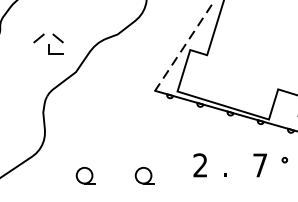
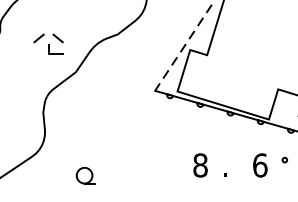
text at (200, 165): 2 -> 8
text at (260, 165): 7 -> 6
part at (144, 175): present -> none
